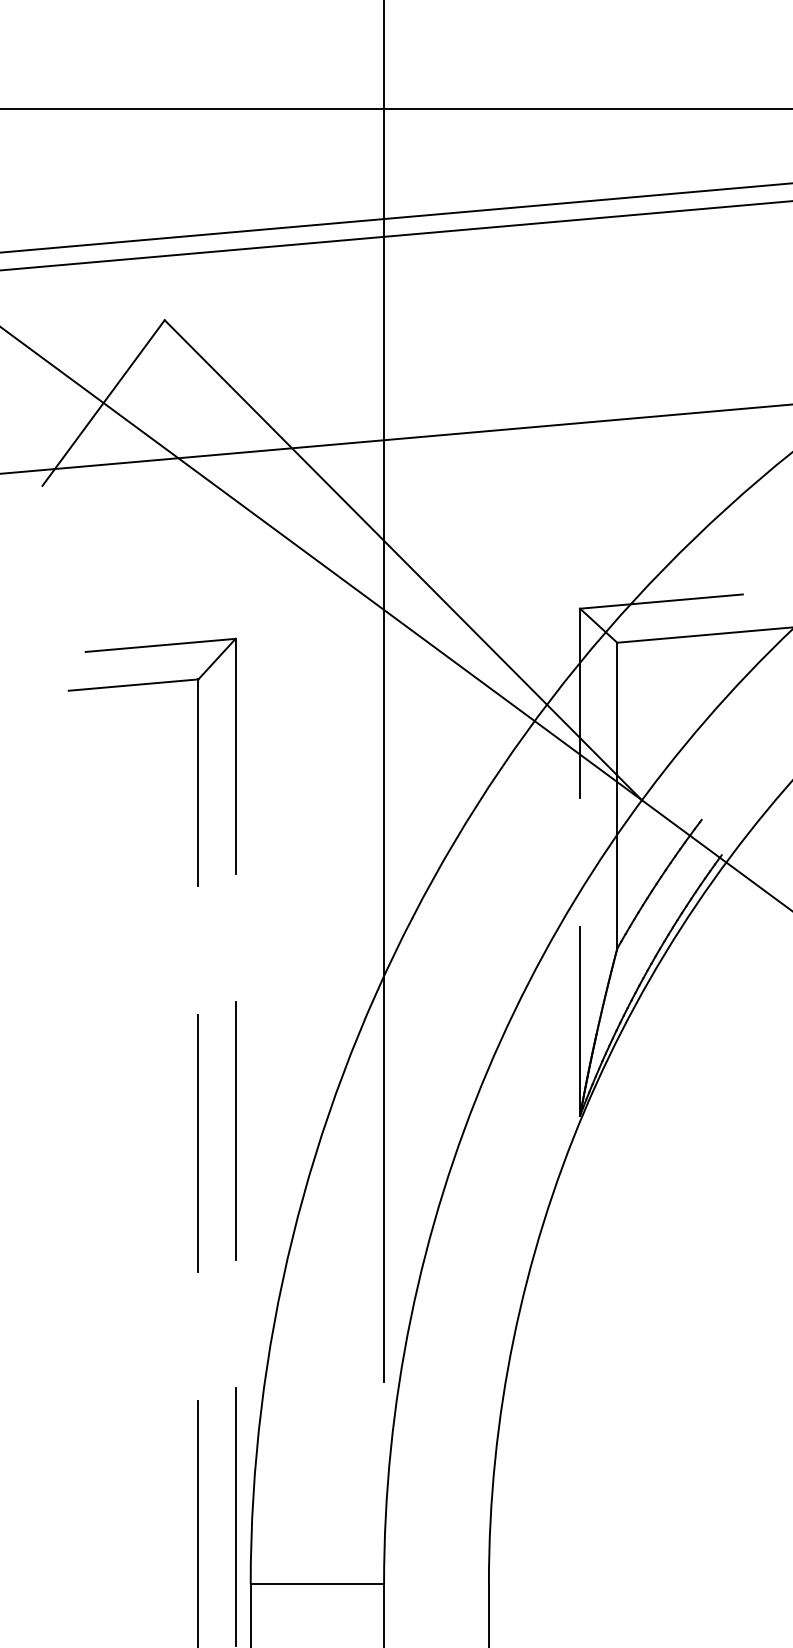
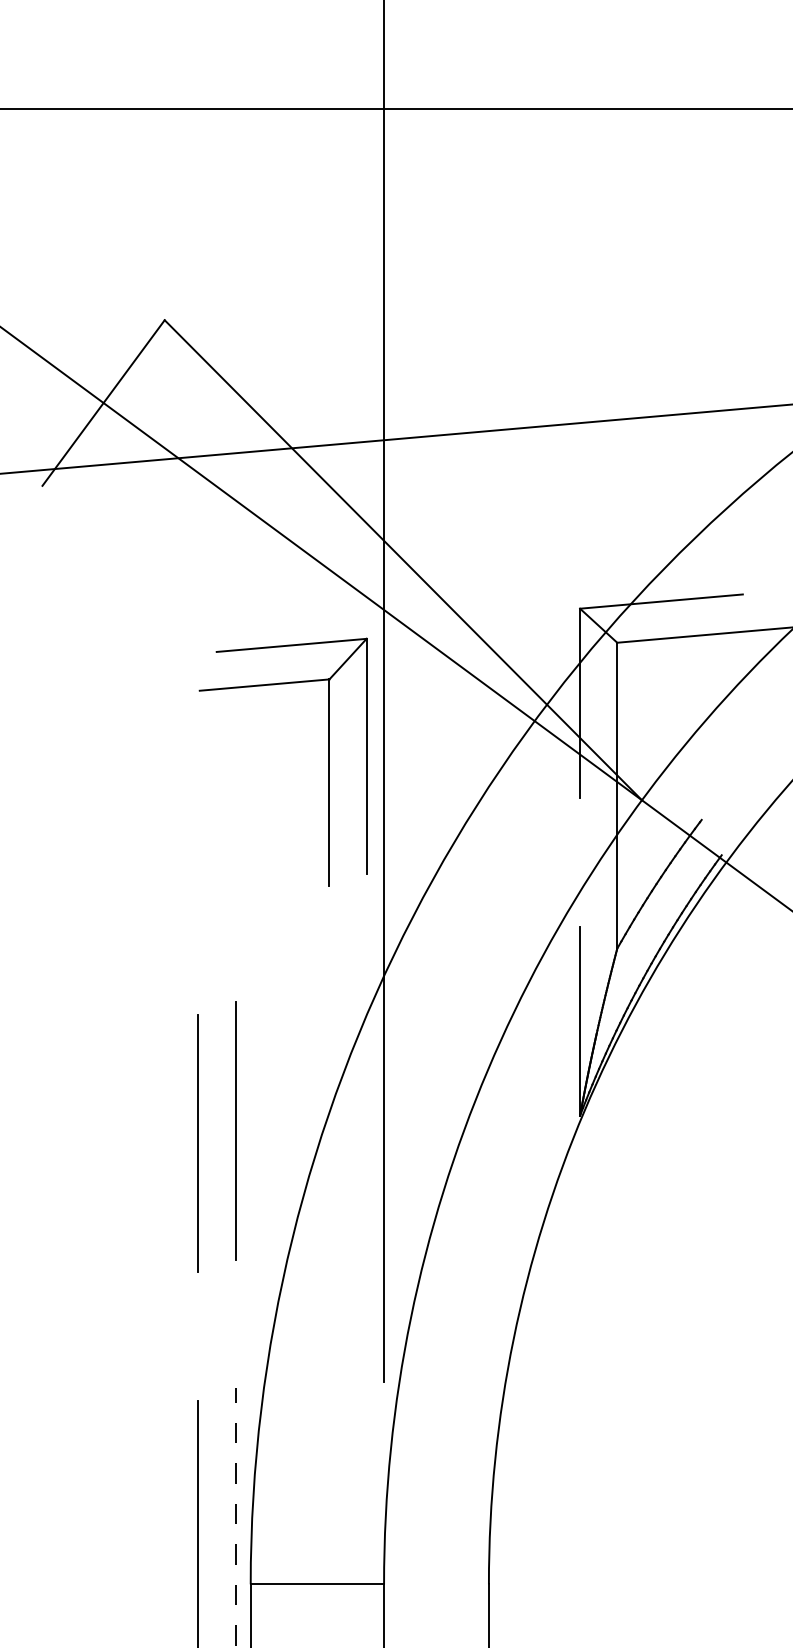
line at (395, 217): present -> none
line at (395, 235): present -> none
part at (197, 761) position: (197, 761) -> (328, 761)
line at (235, 1517): solid -> dashed
